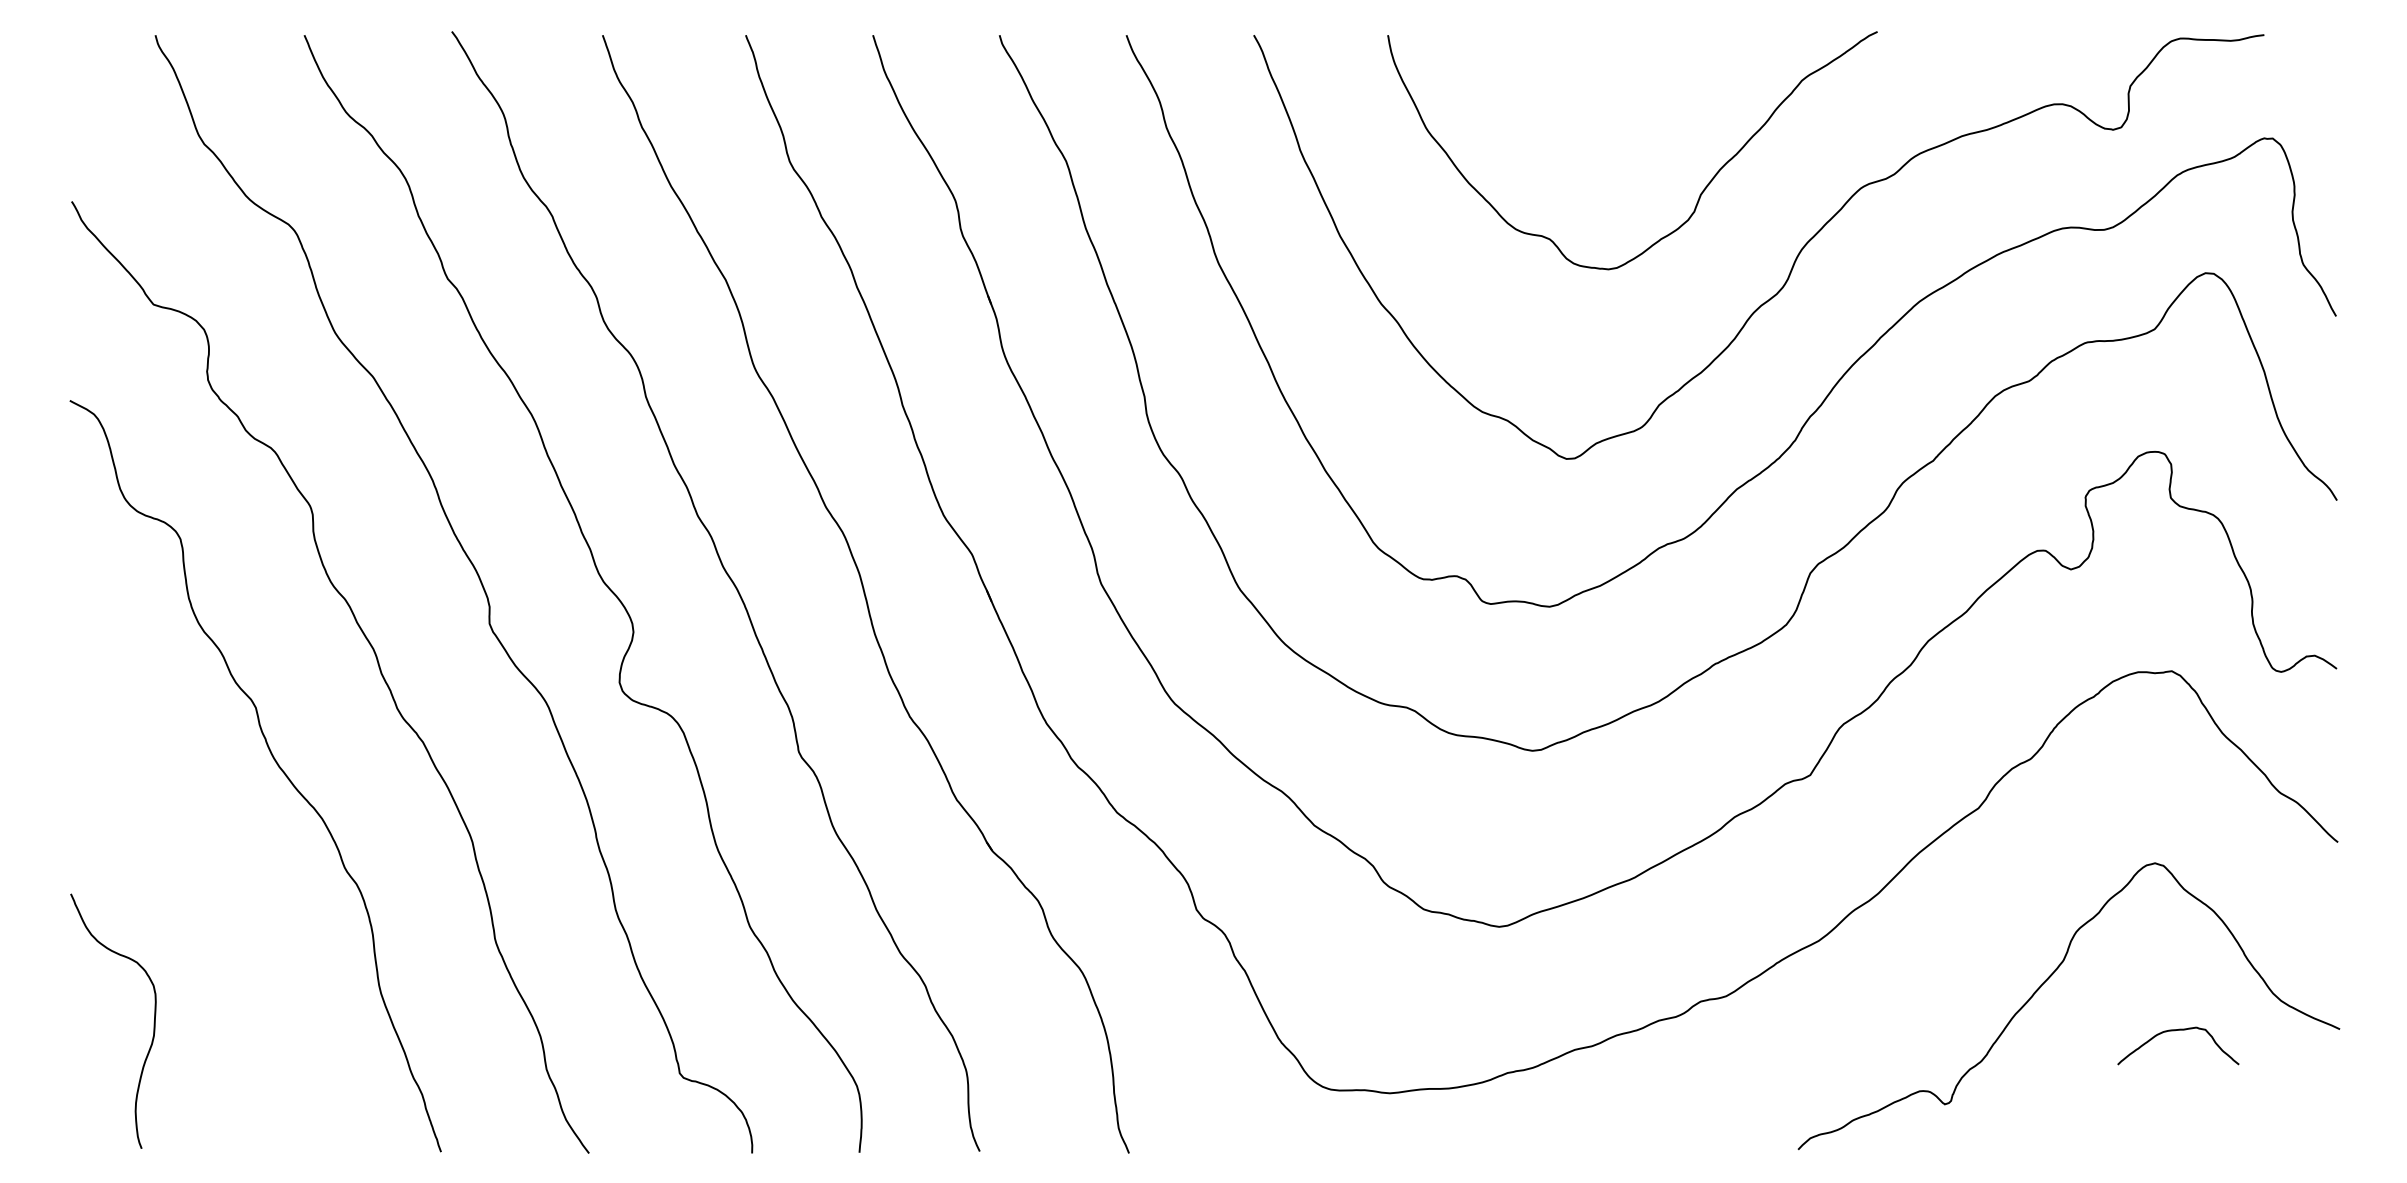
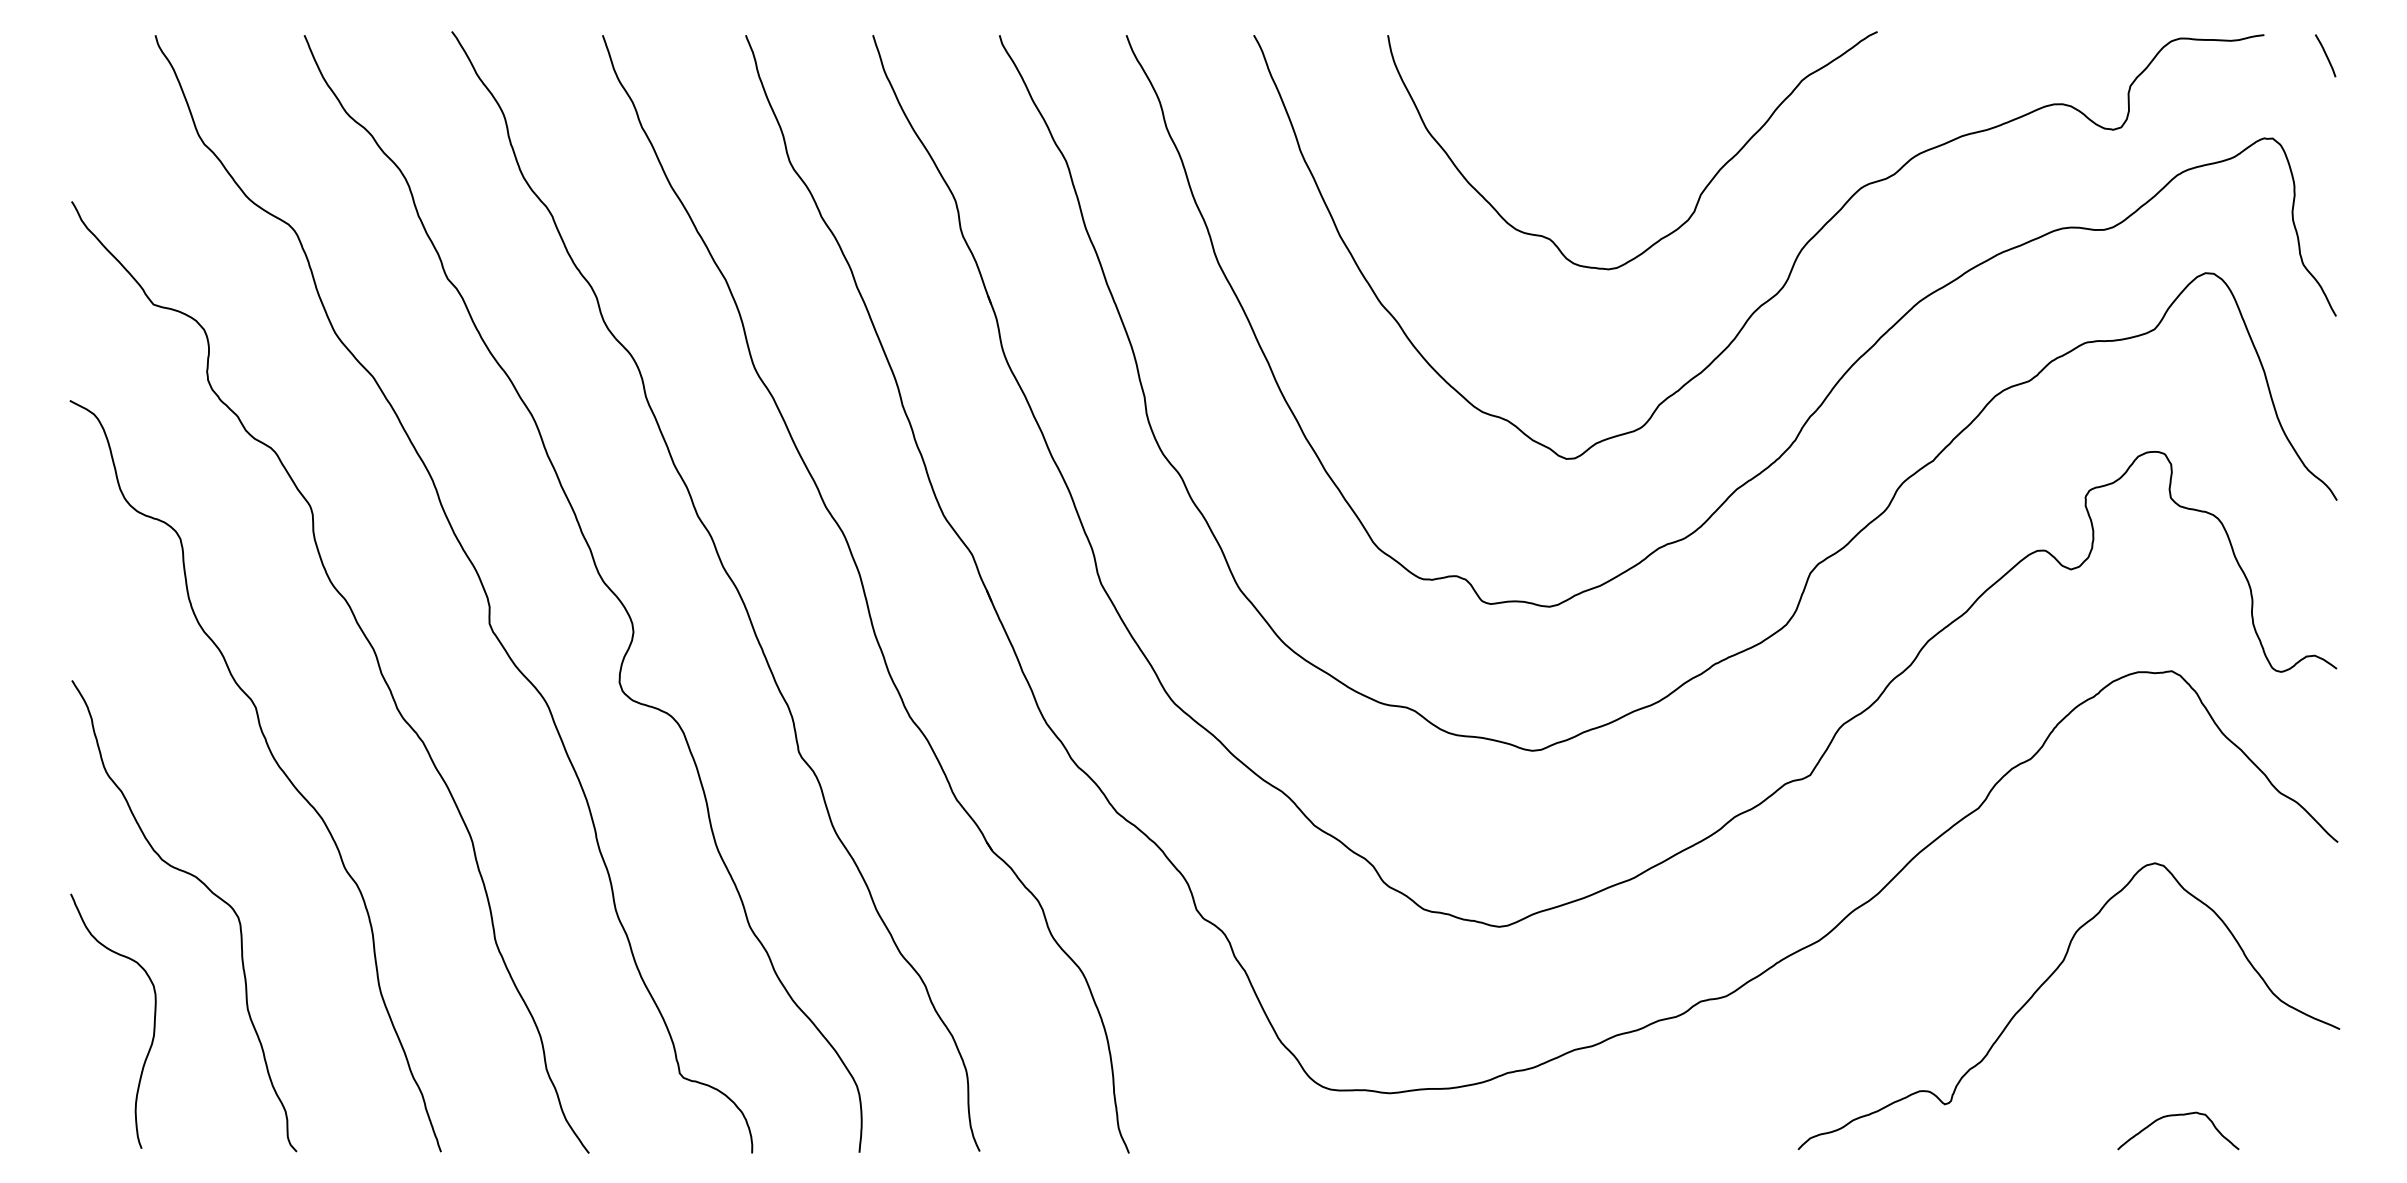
curve at (2325, 55): none -> present
curve at (211, 893): none -> present
curve at (2174, 1031) position: (2174, 1031) -> (2174, 1116)
